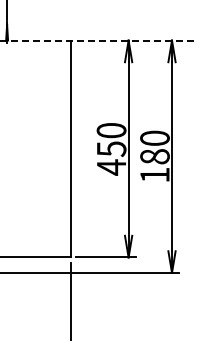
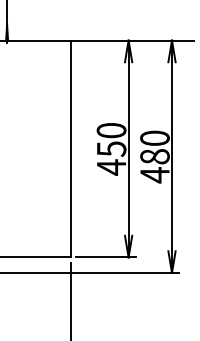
line at (97, 40): dashed -> solid
text at (154, 175): 180 -> 480
